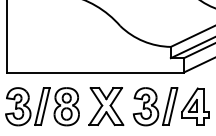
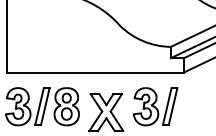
part at (106, 106) position: (106, 106) -> (106, 112)
part at (195, 106): present -> none
